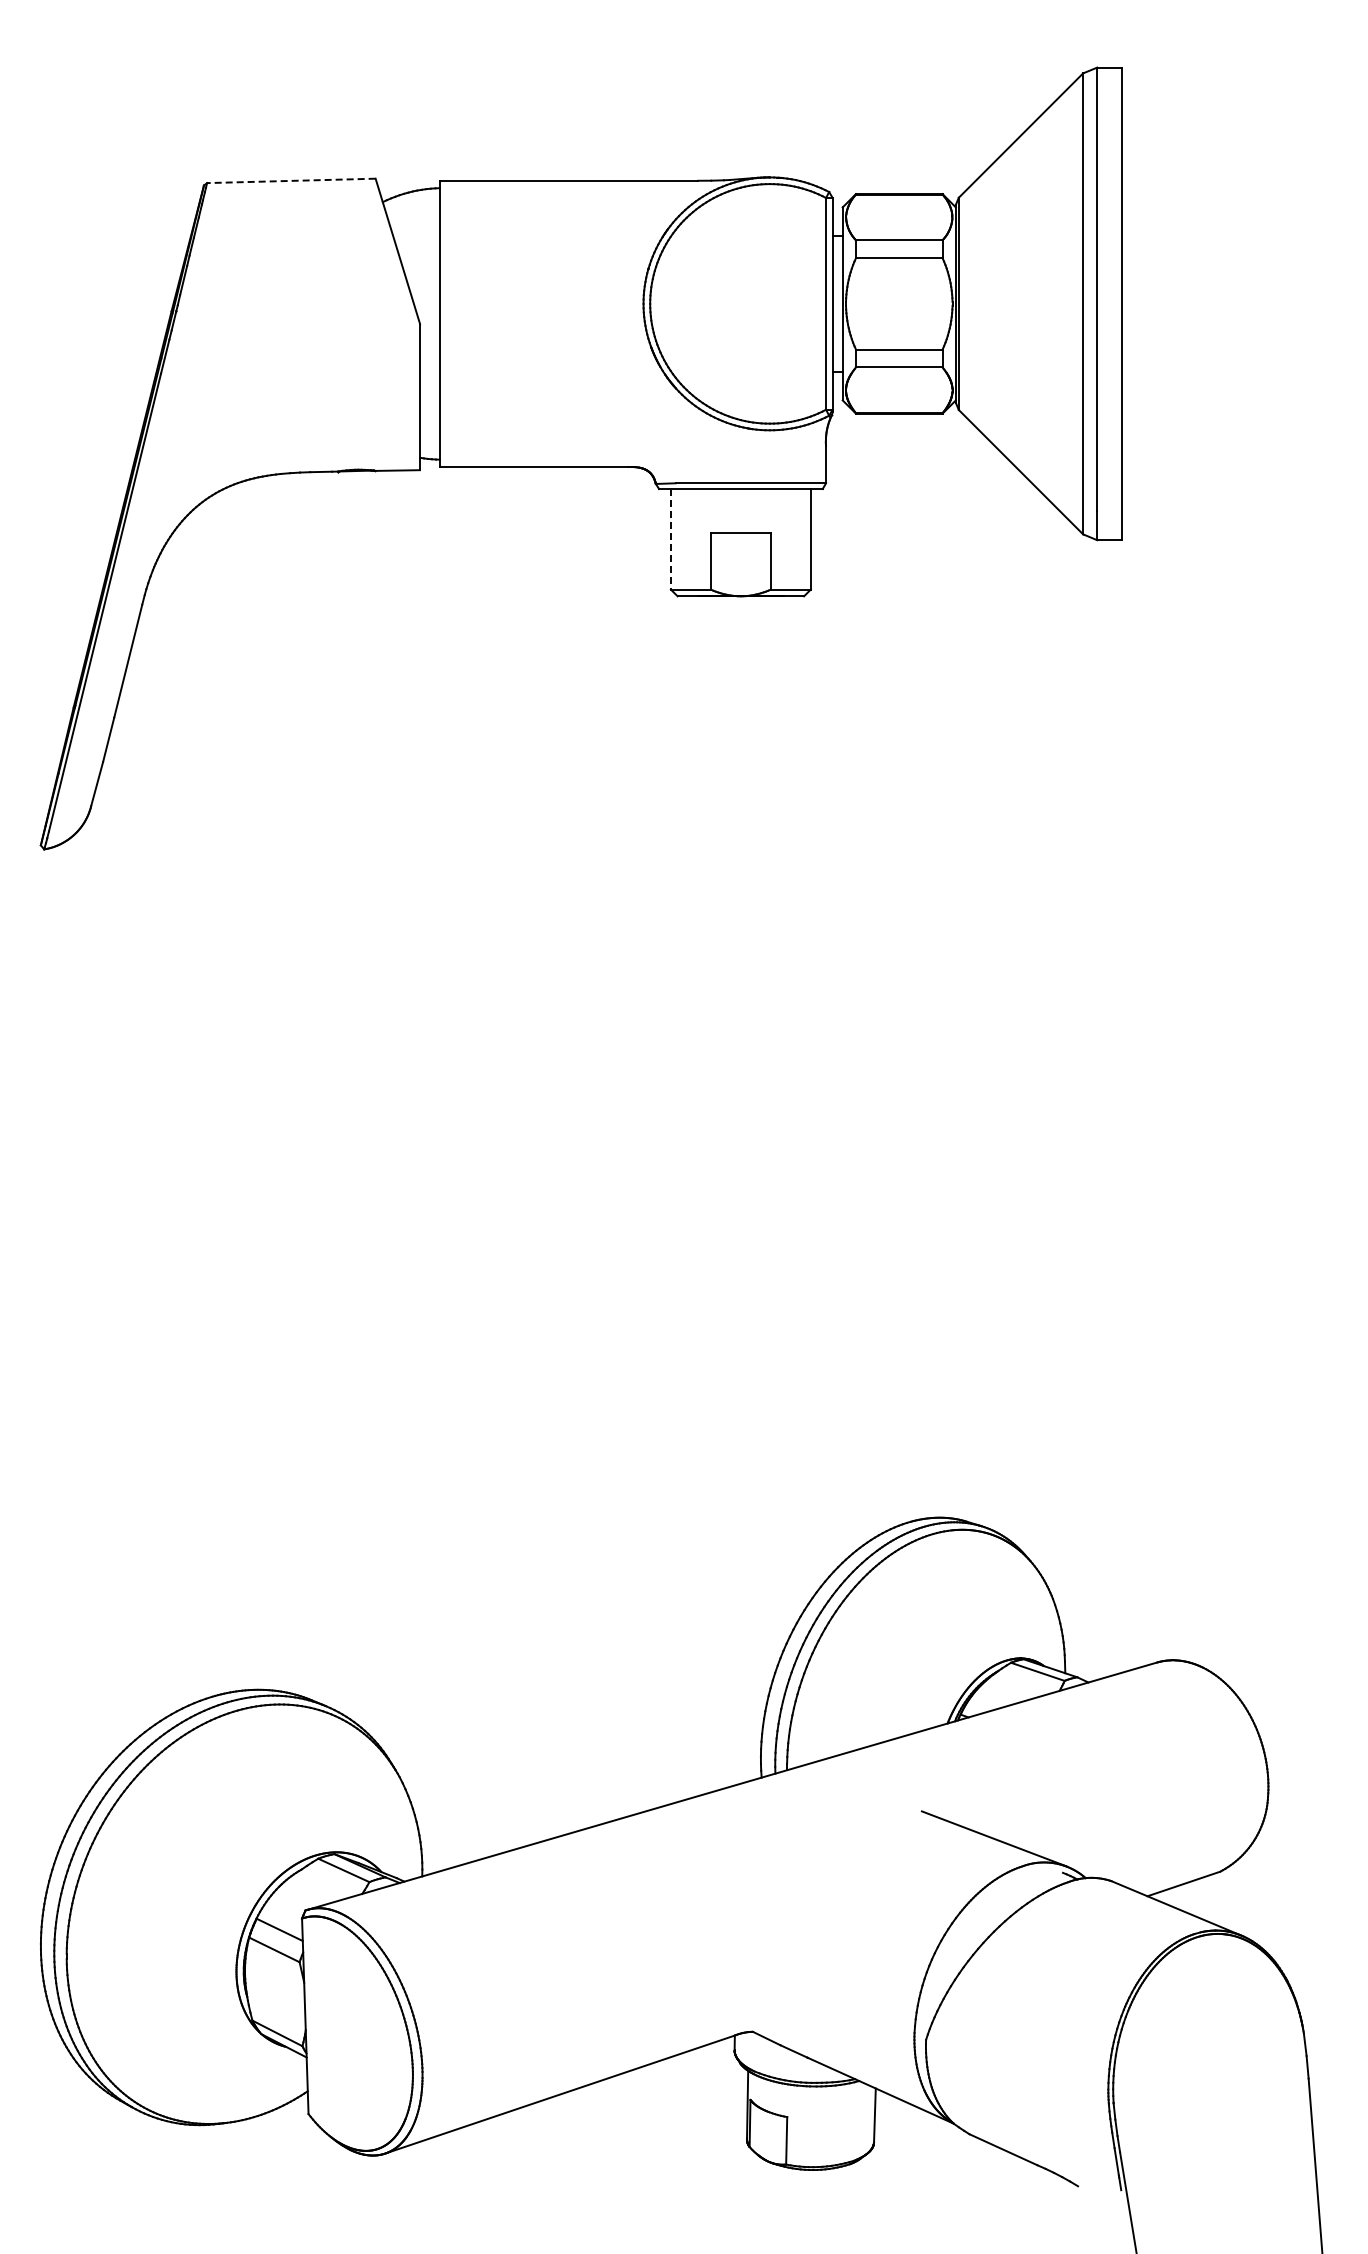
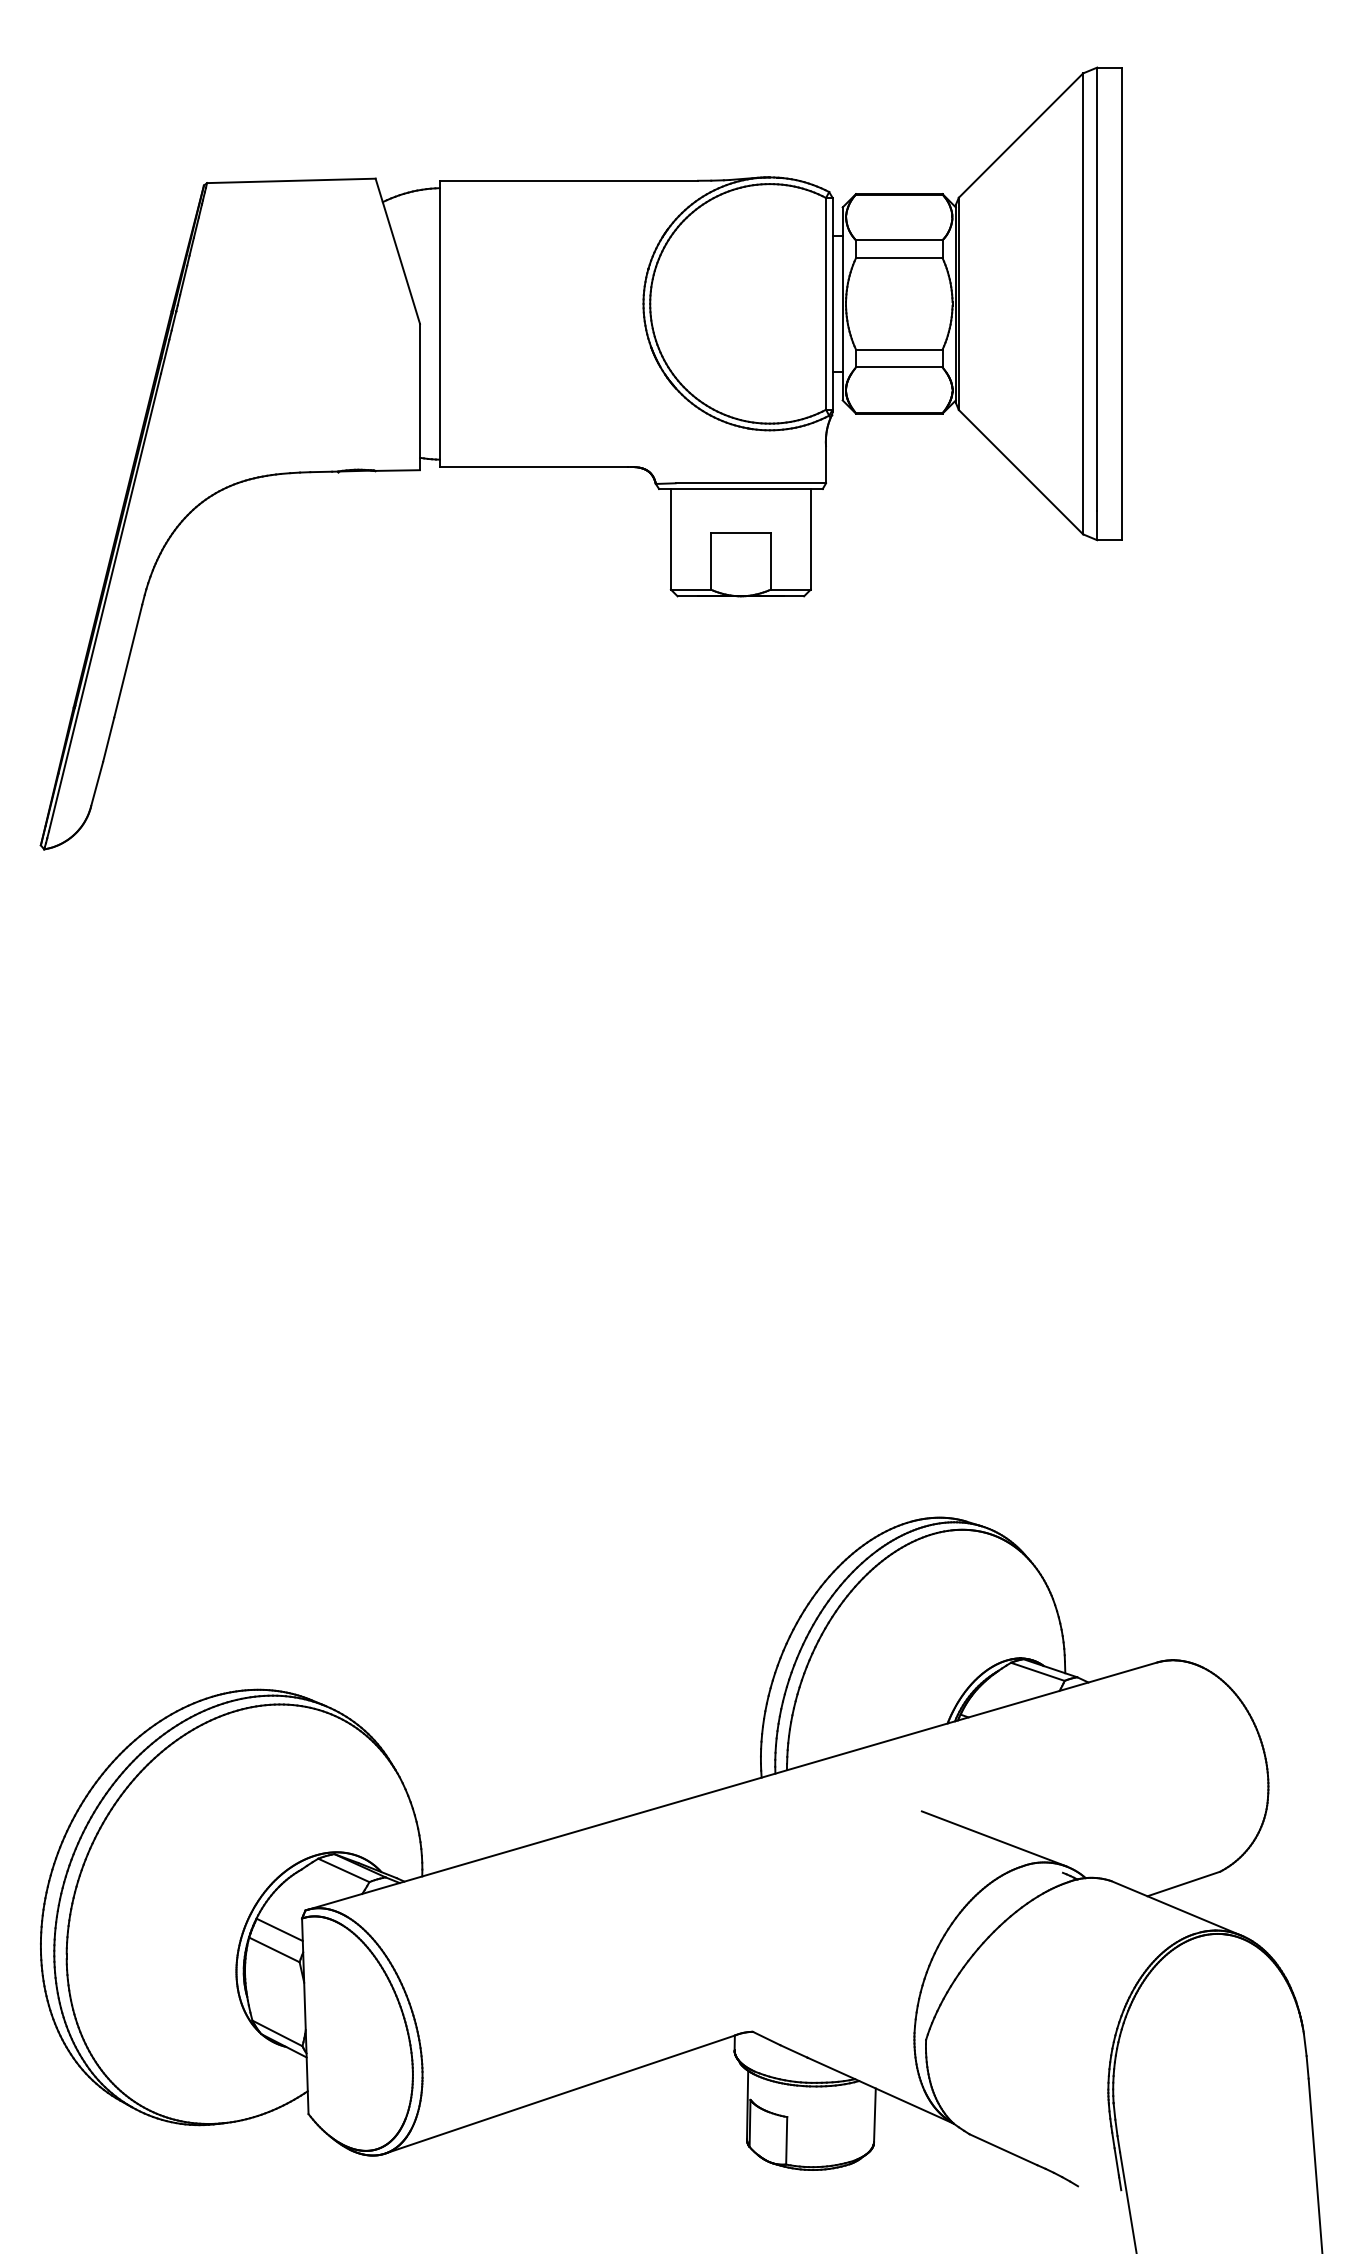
line at (290, 180): dashed -> solid
line at (670, 539): dashed -> solid
